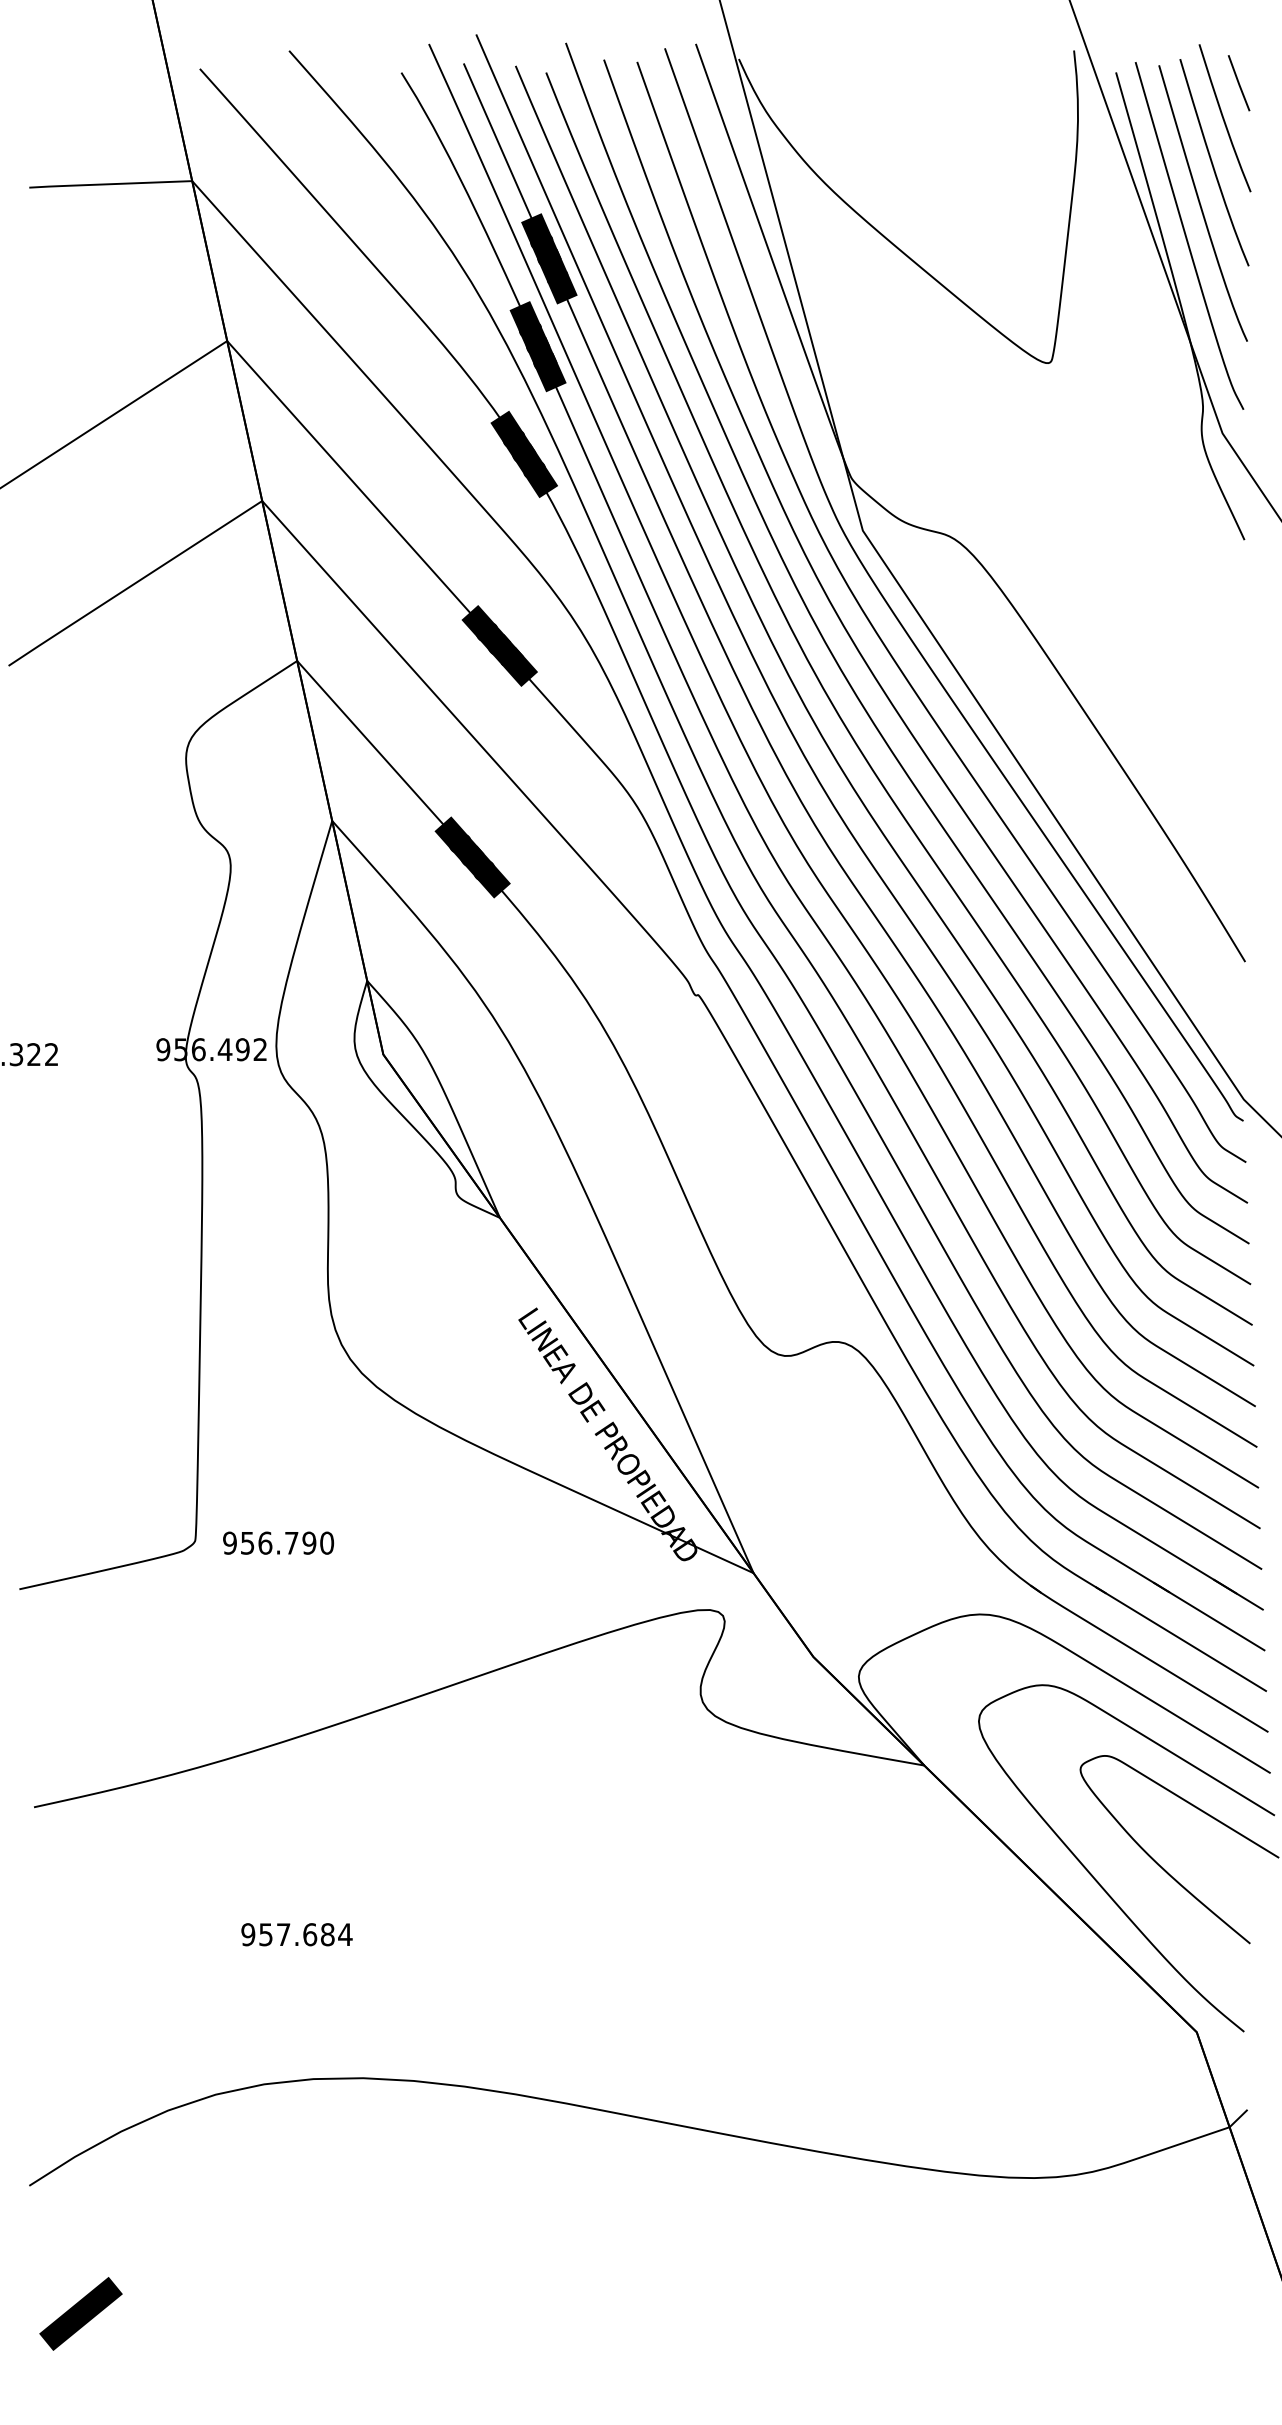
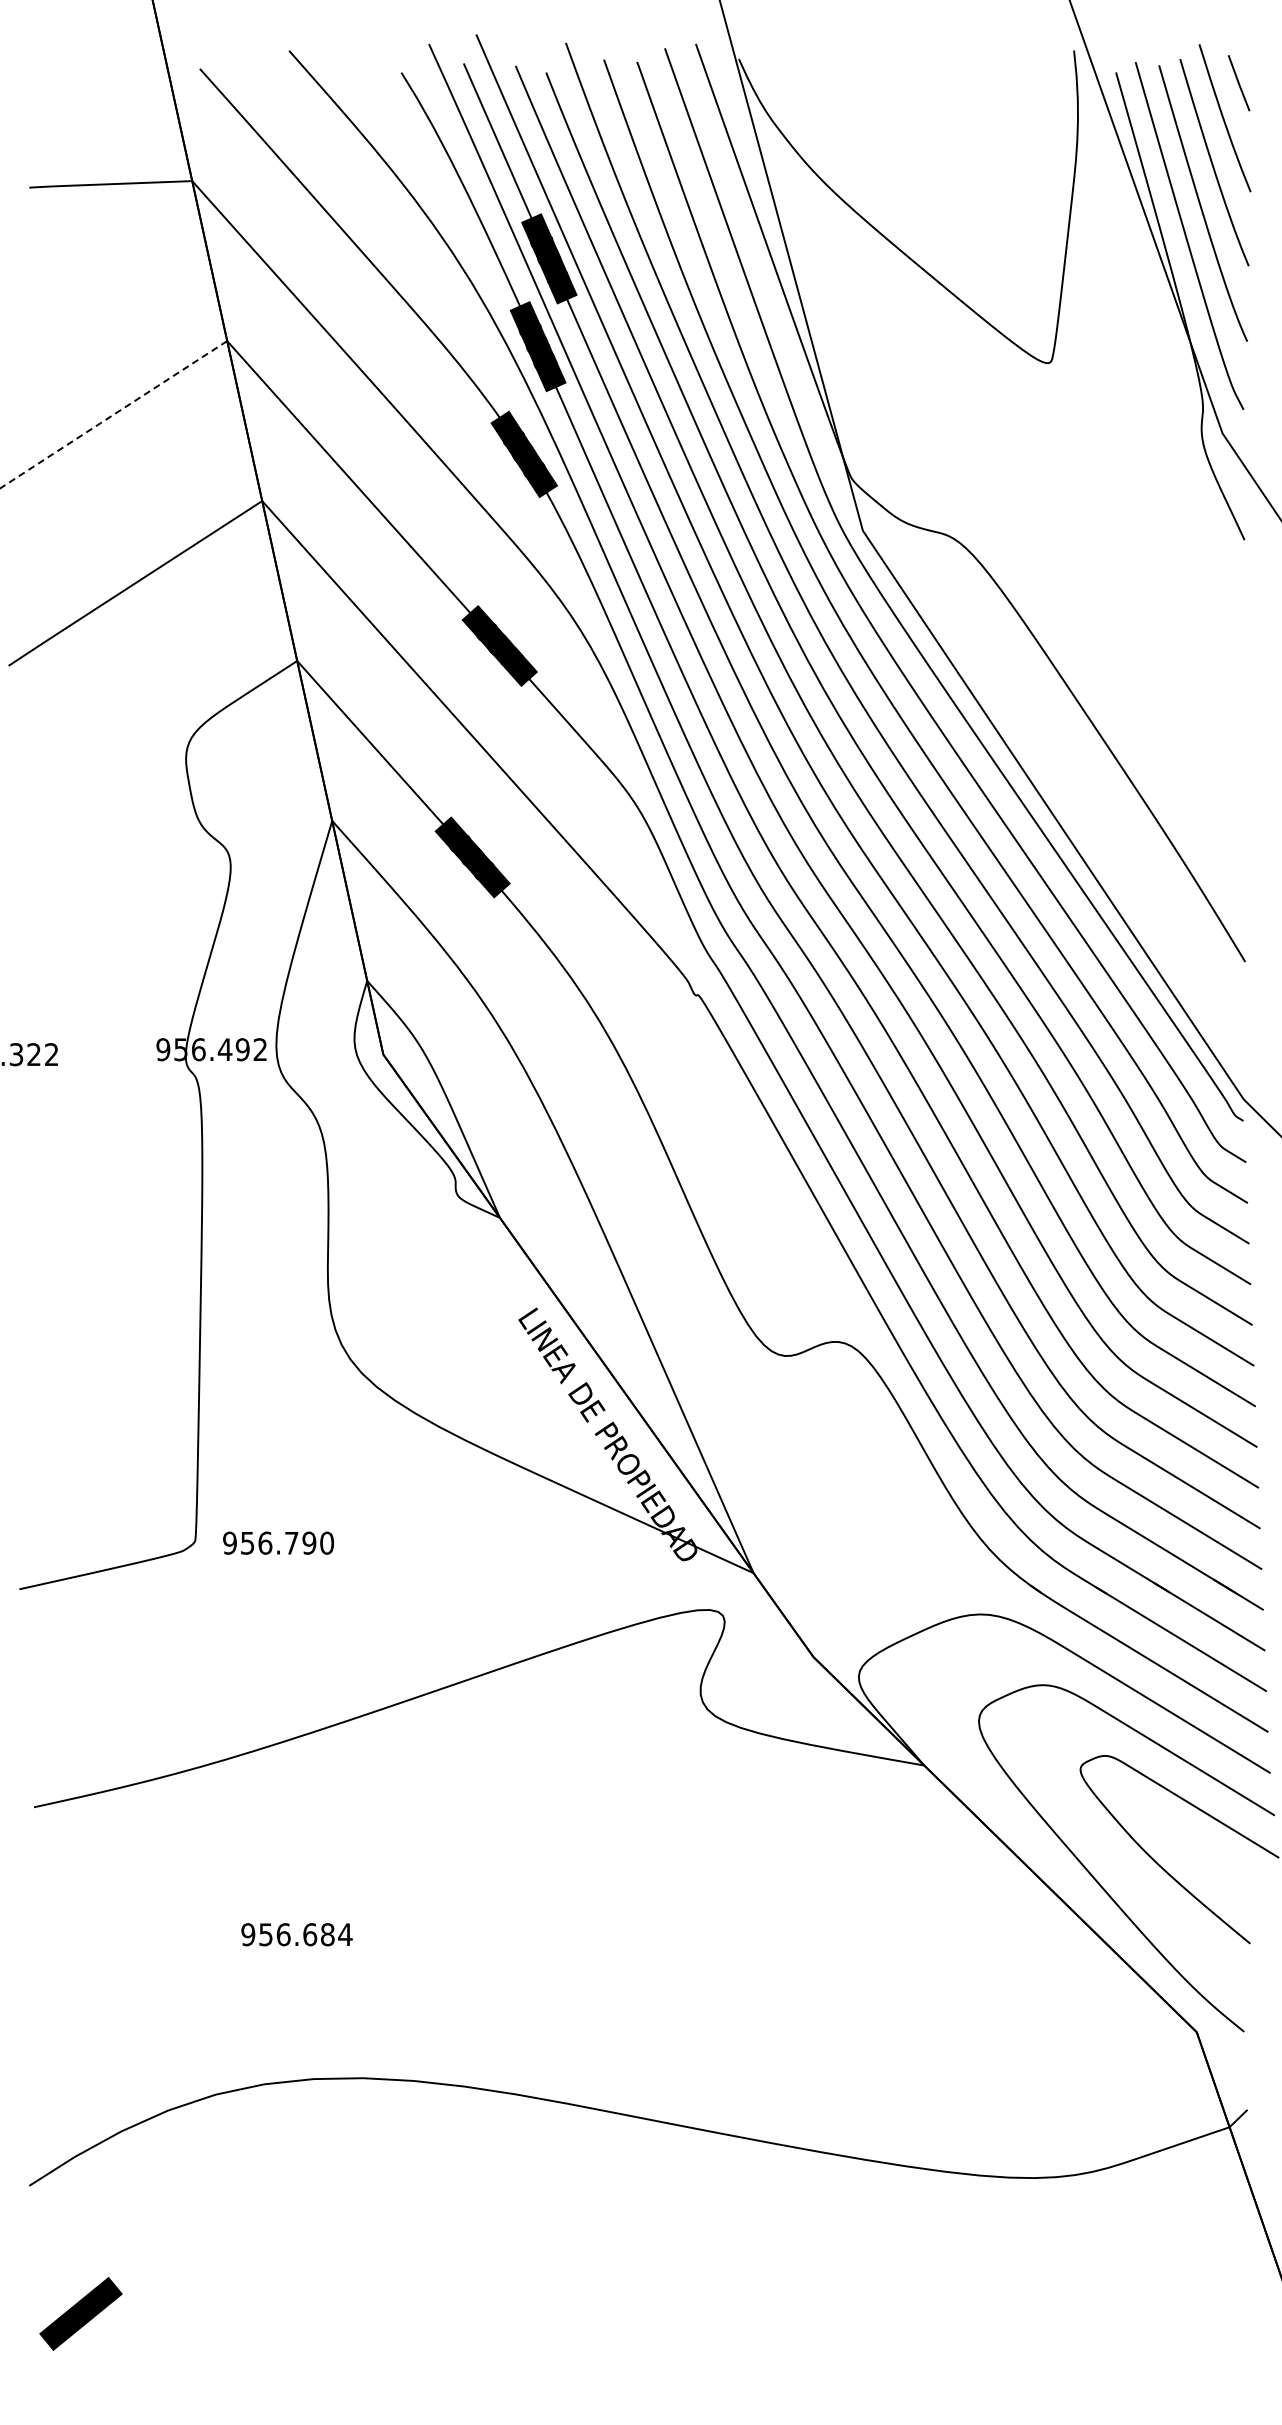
line at (112, 415): solid -> dashed
text at (283, 1934): 957.684 -> 956.684
